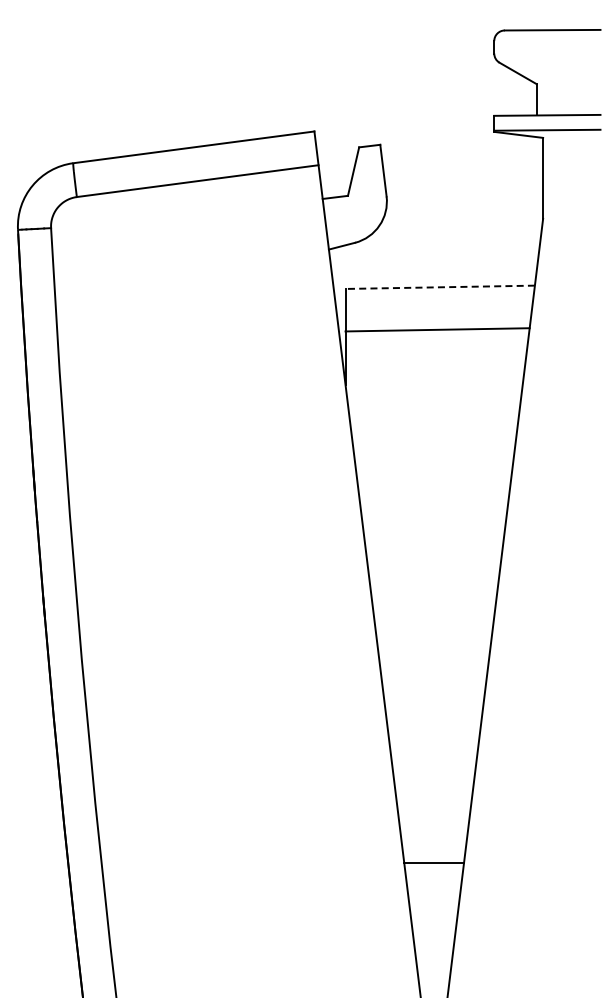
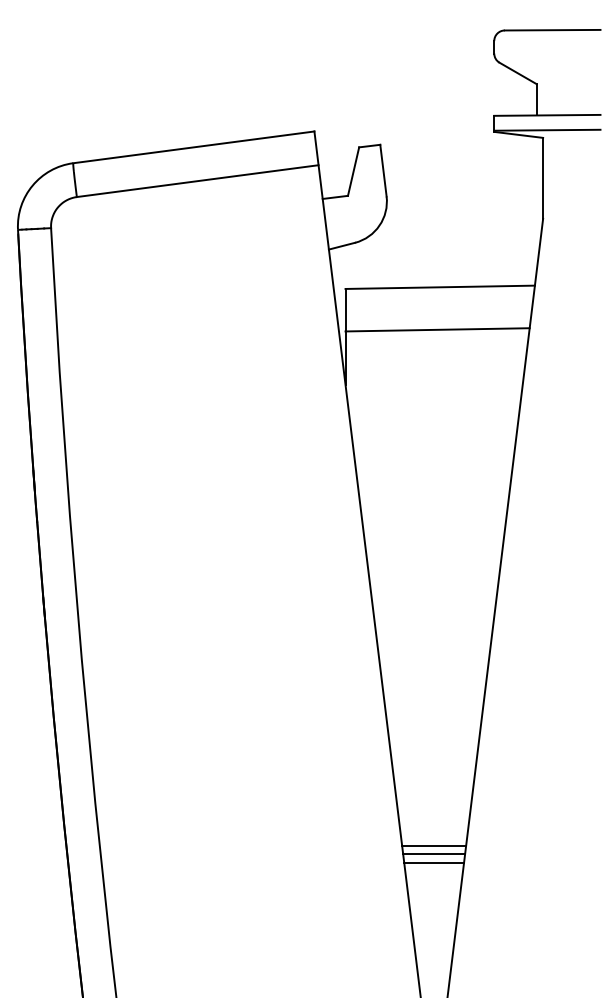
line at (440, 287): dashed -> solid
line at (434, 845): none -> present
line at (434, 854): none -> present
